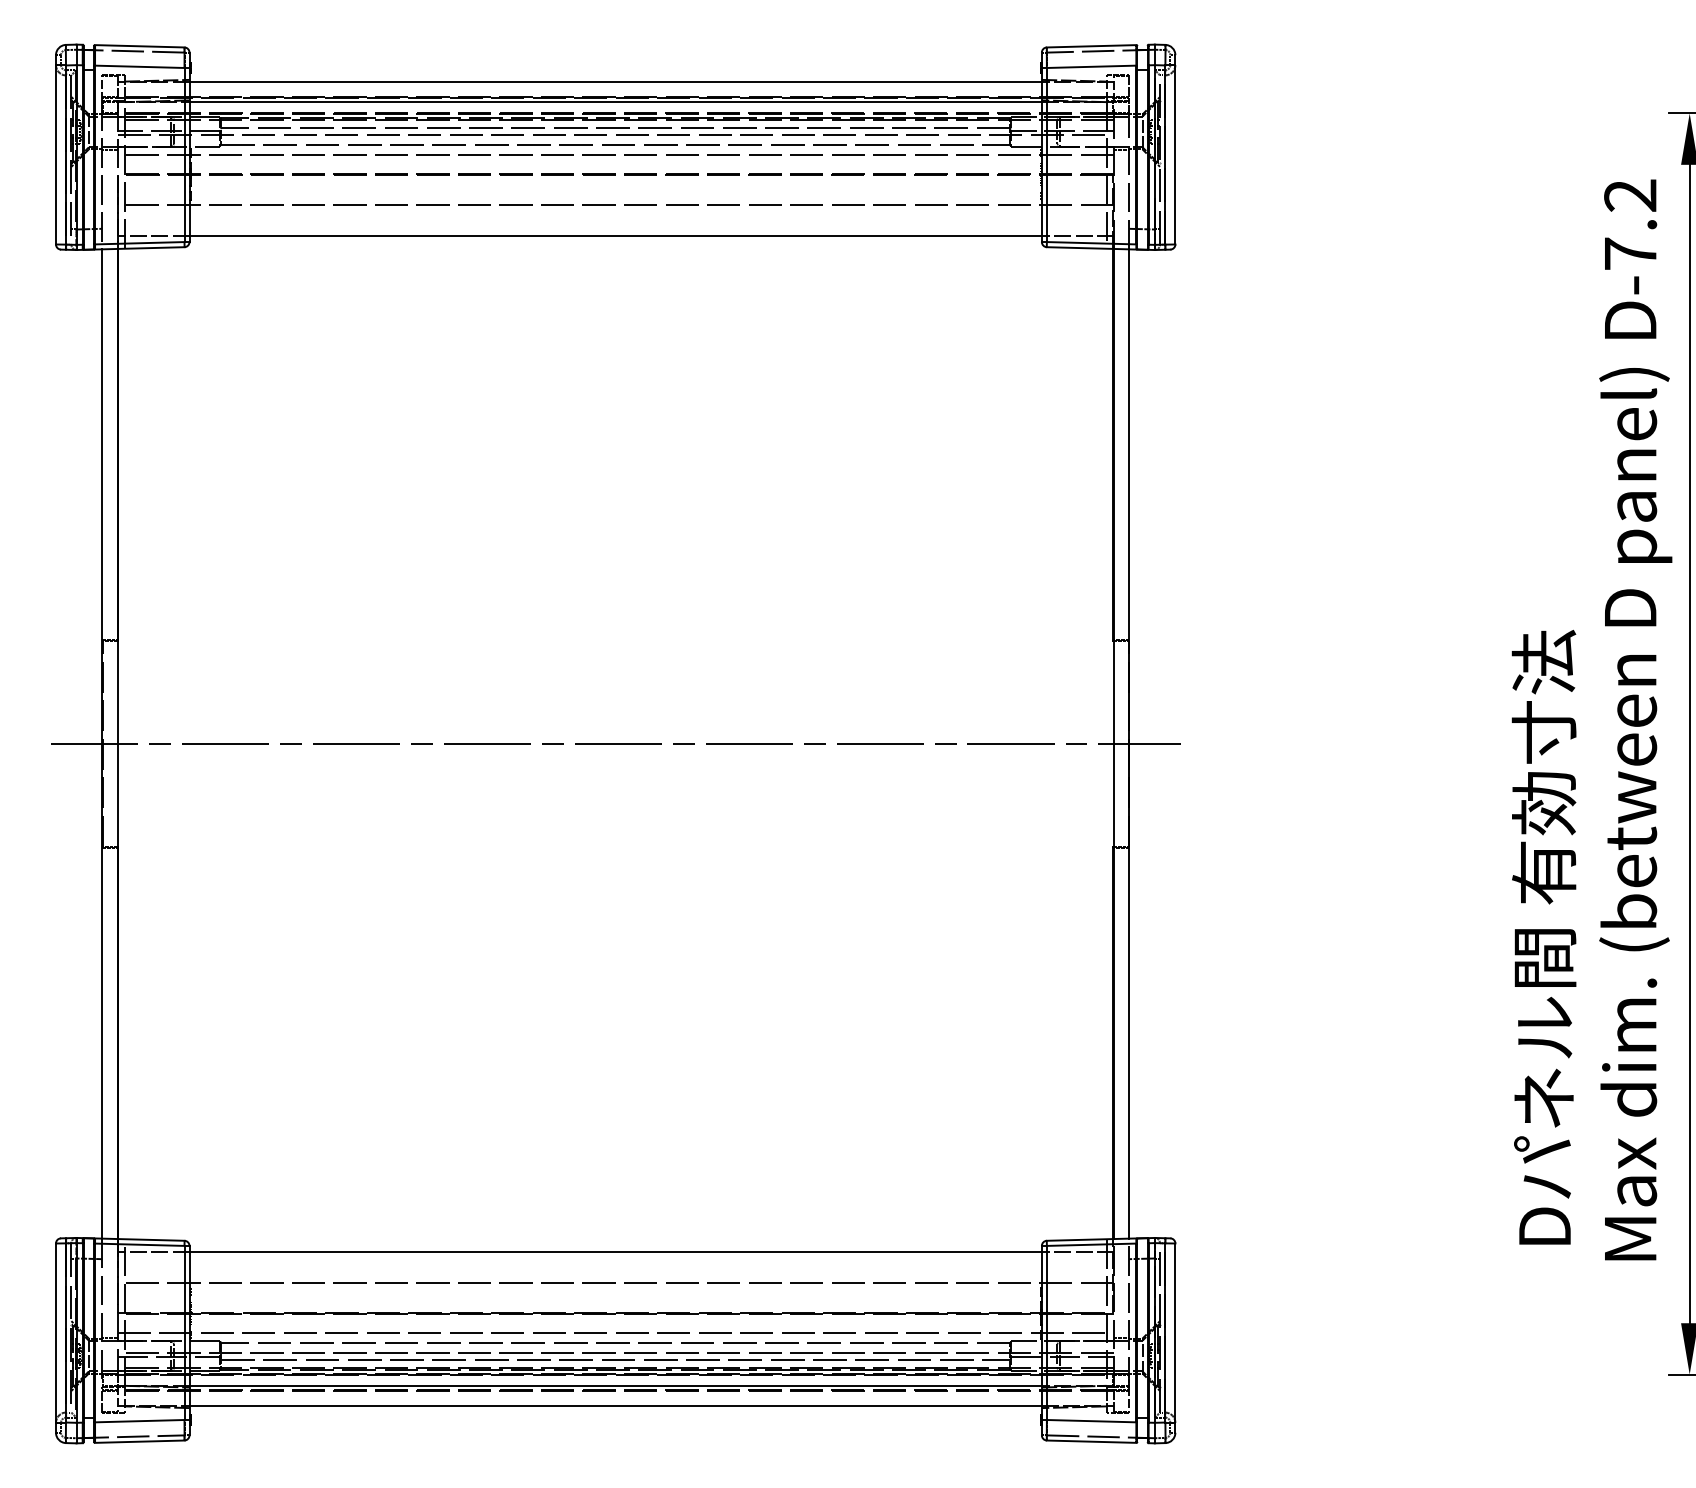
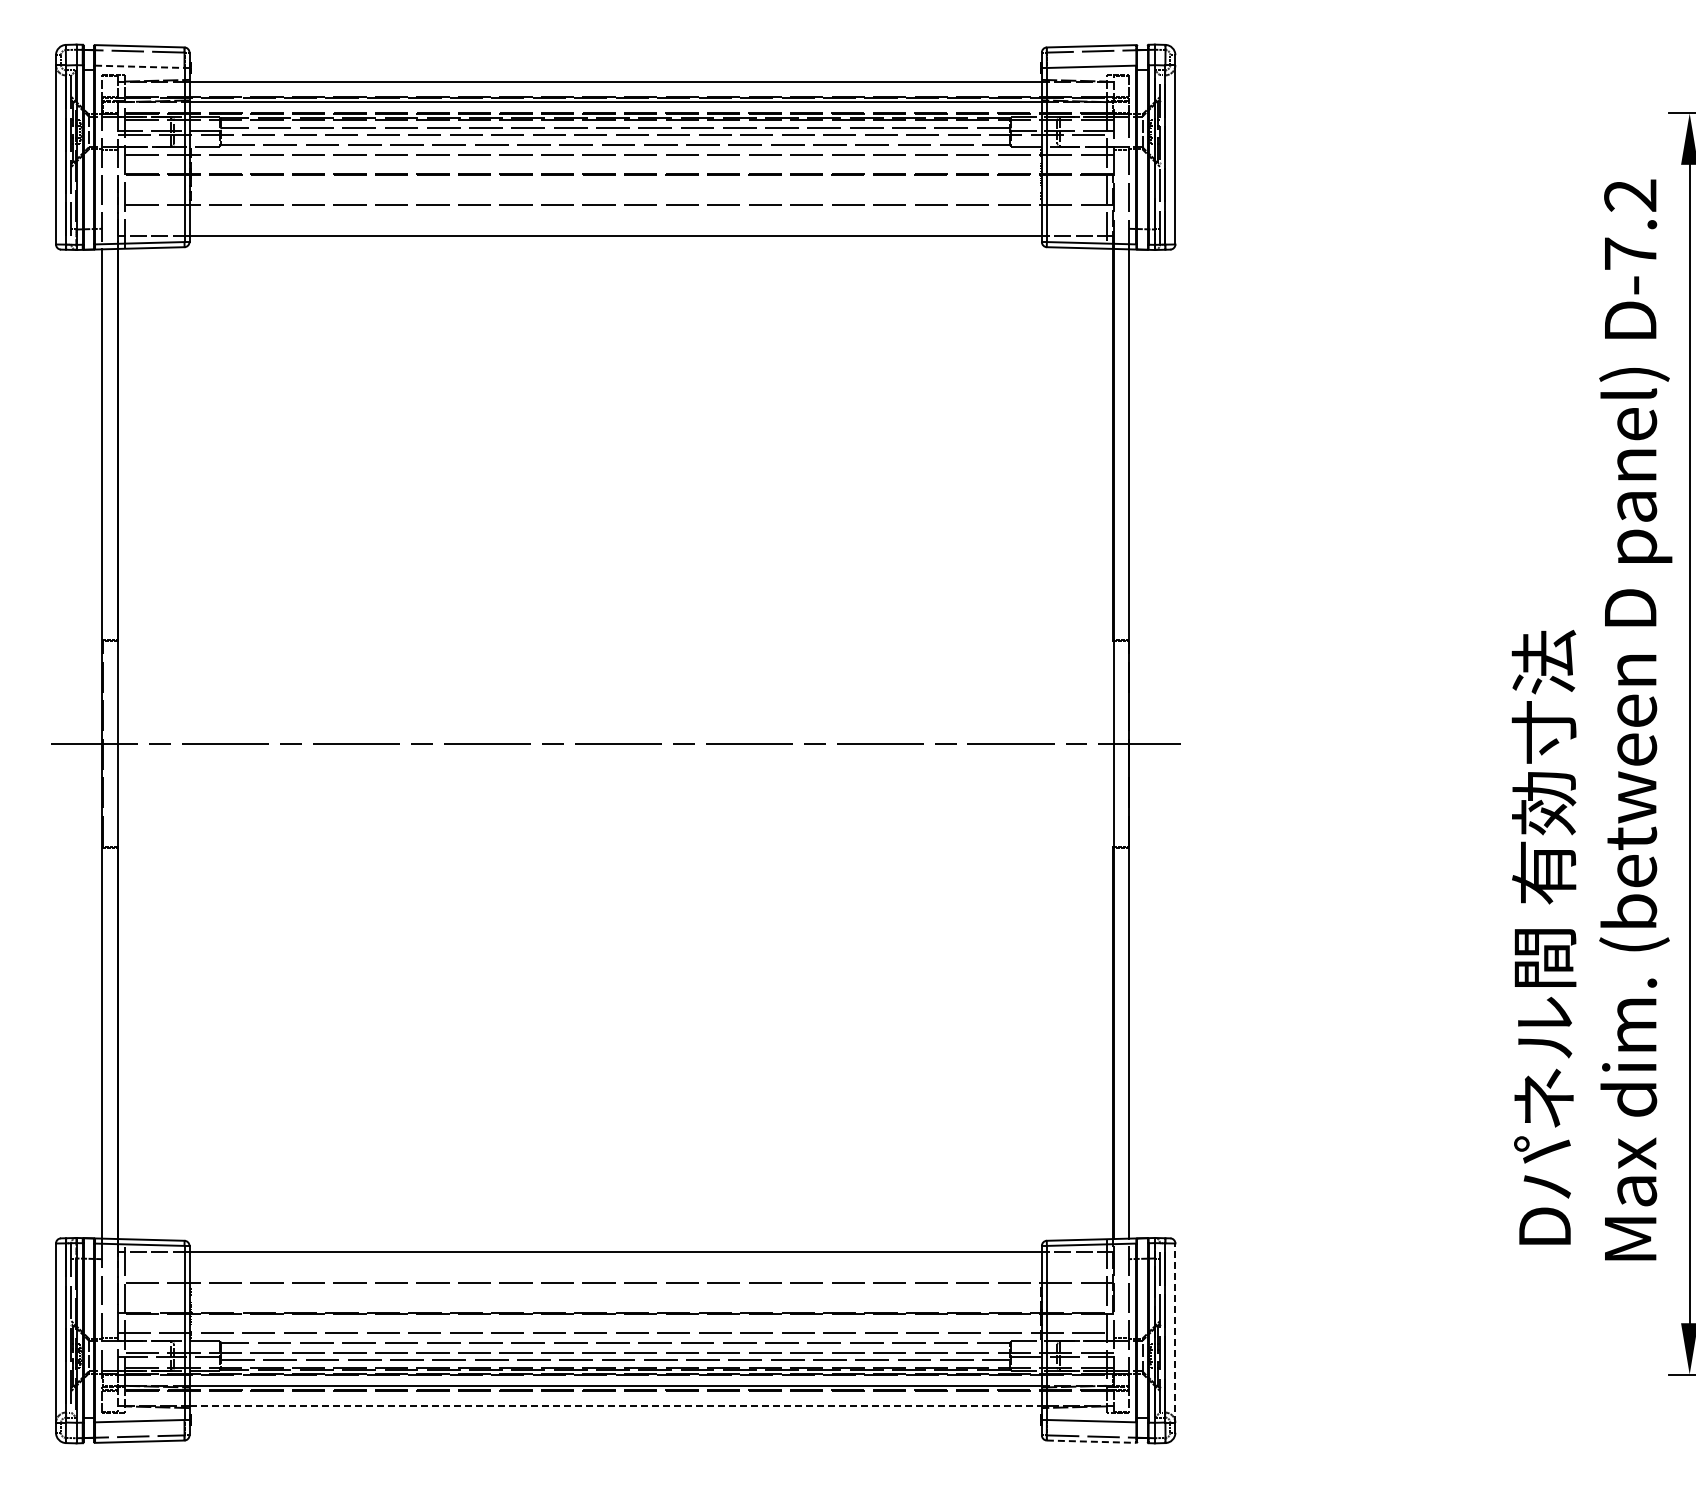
line at (139, 66): solid -> dashed
line at (1175, 1333): solid -> dashed
line at (616, 1406): solid -> dashed
line at (1091, 1441): solid -> dashed
